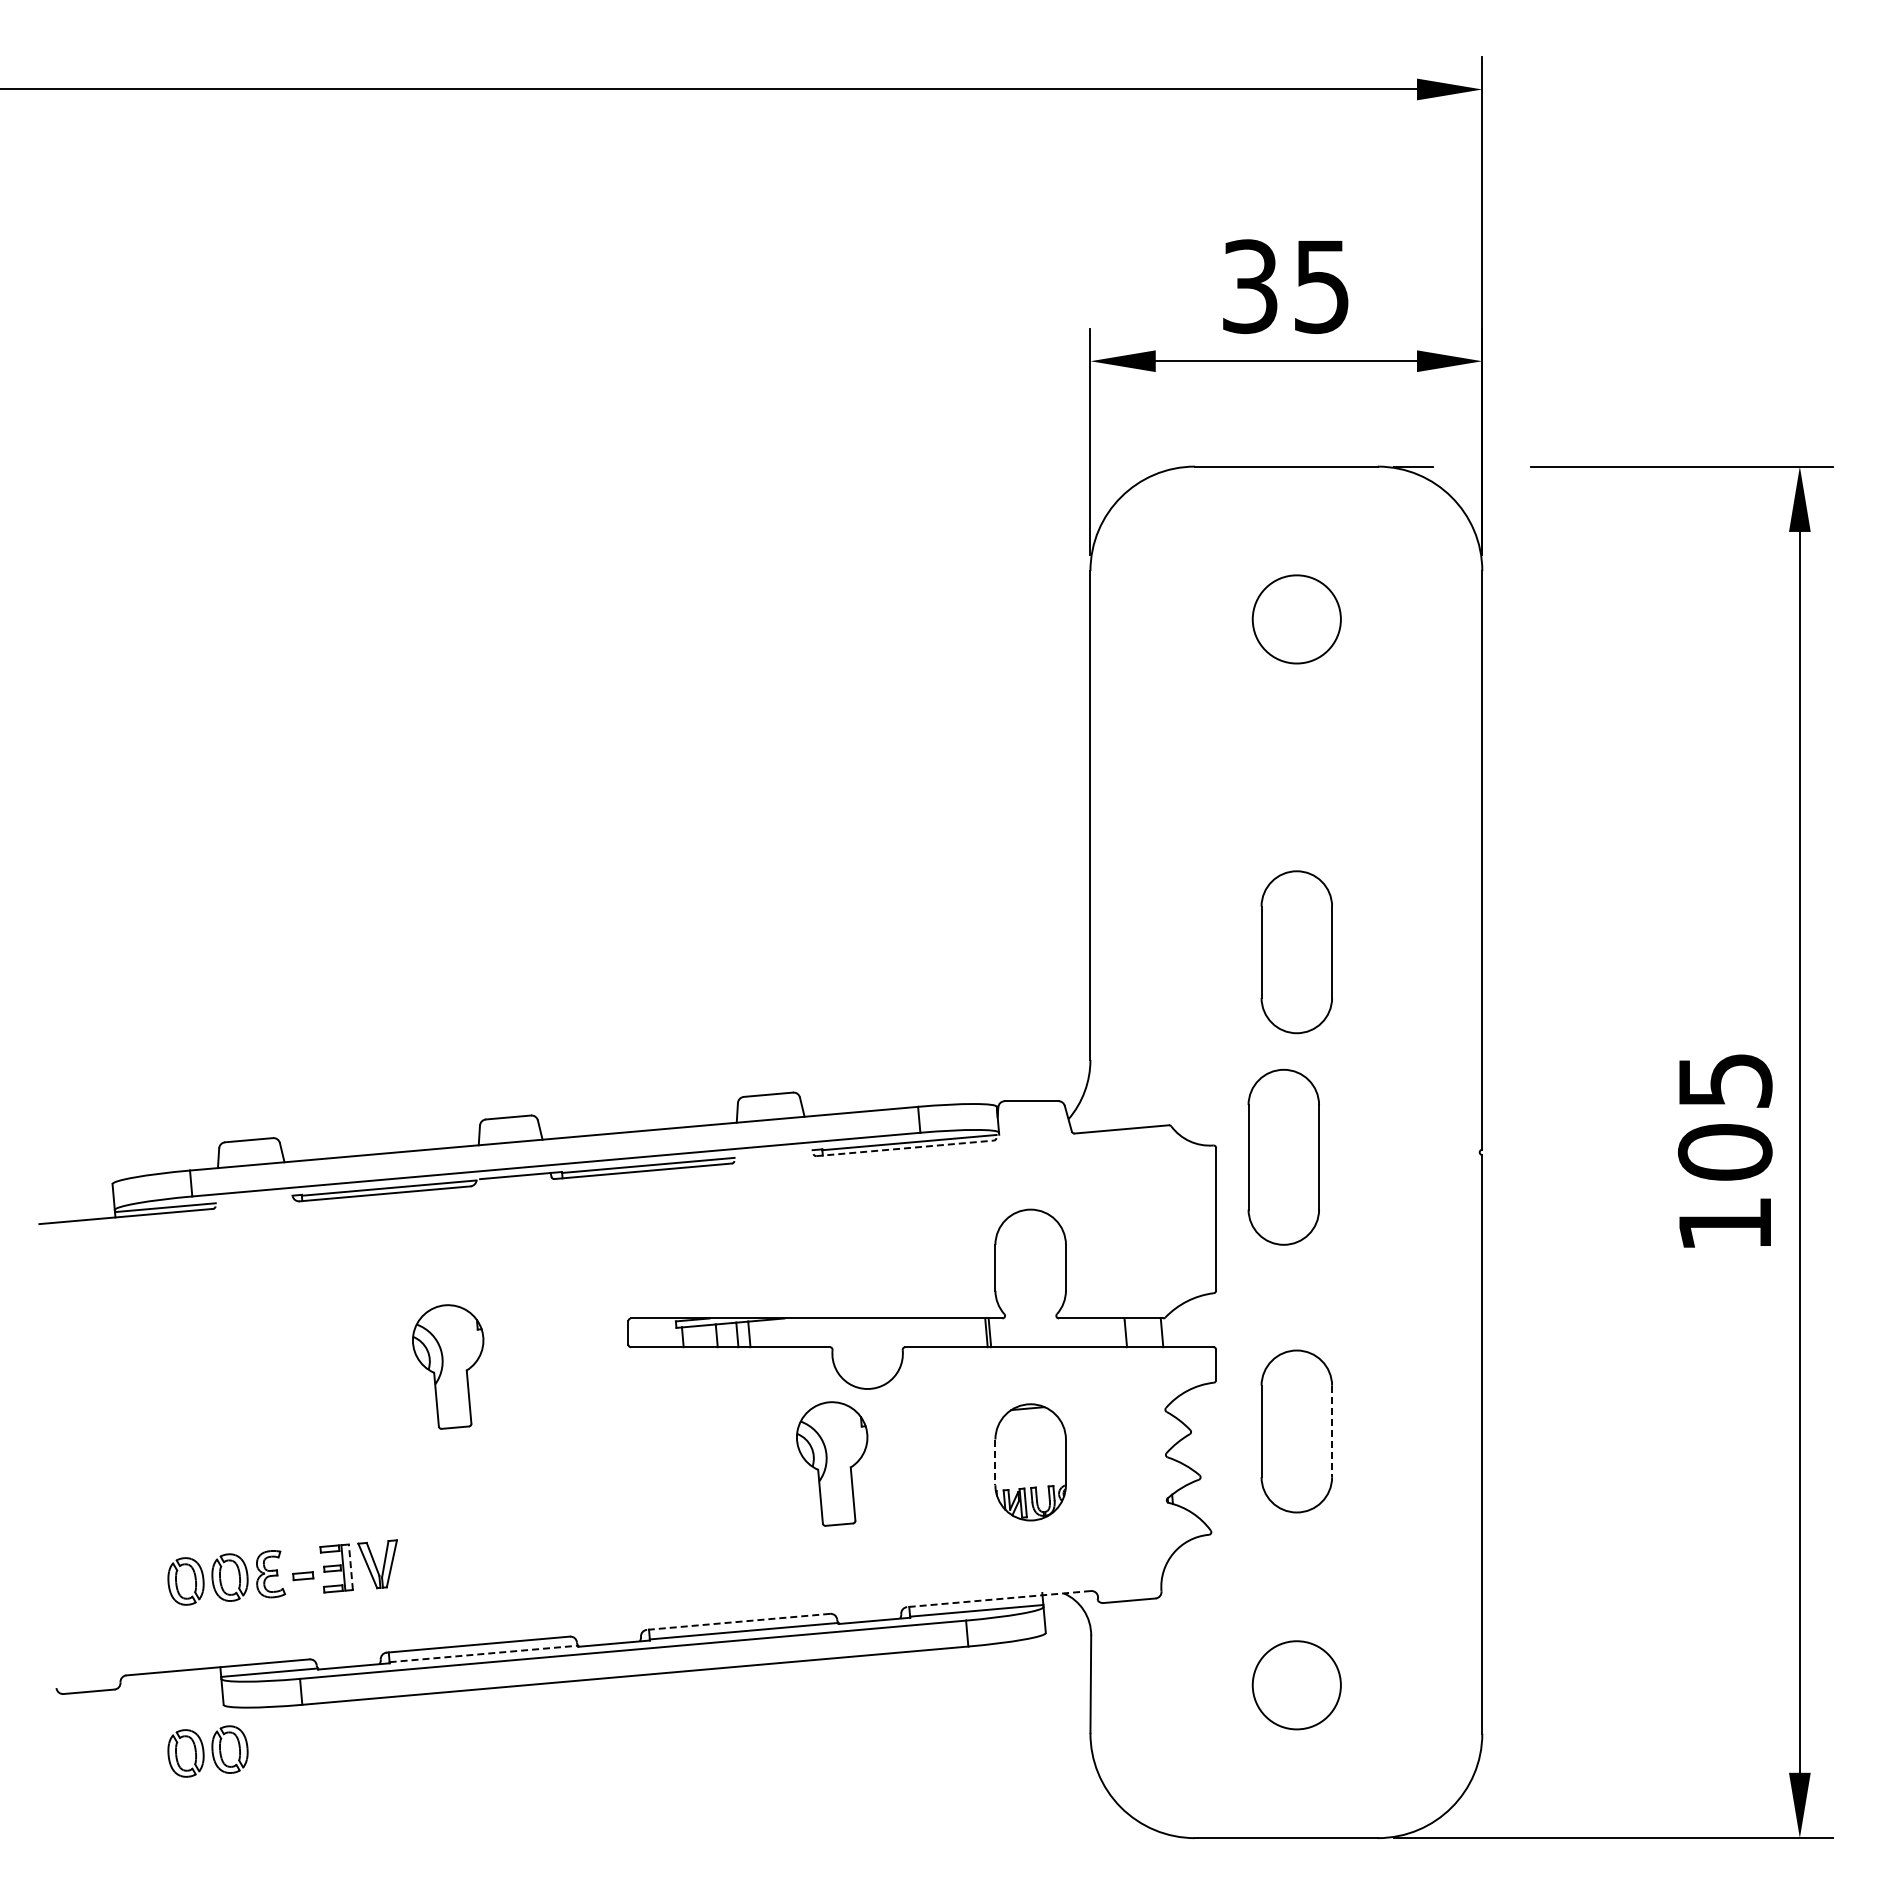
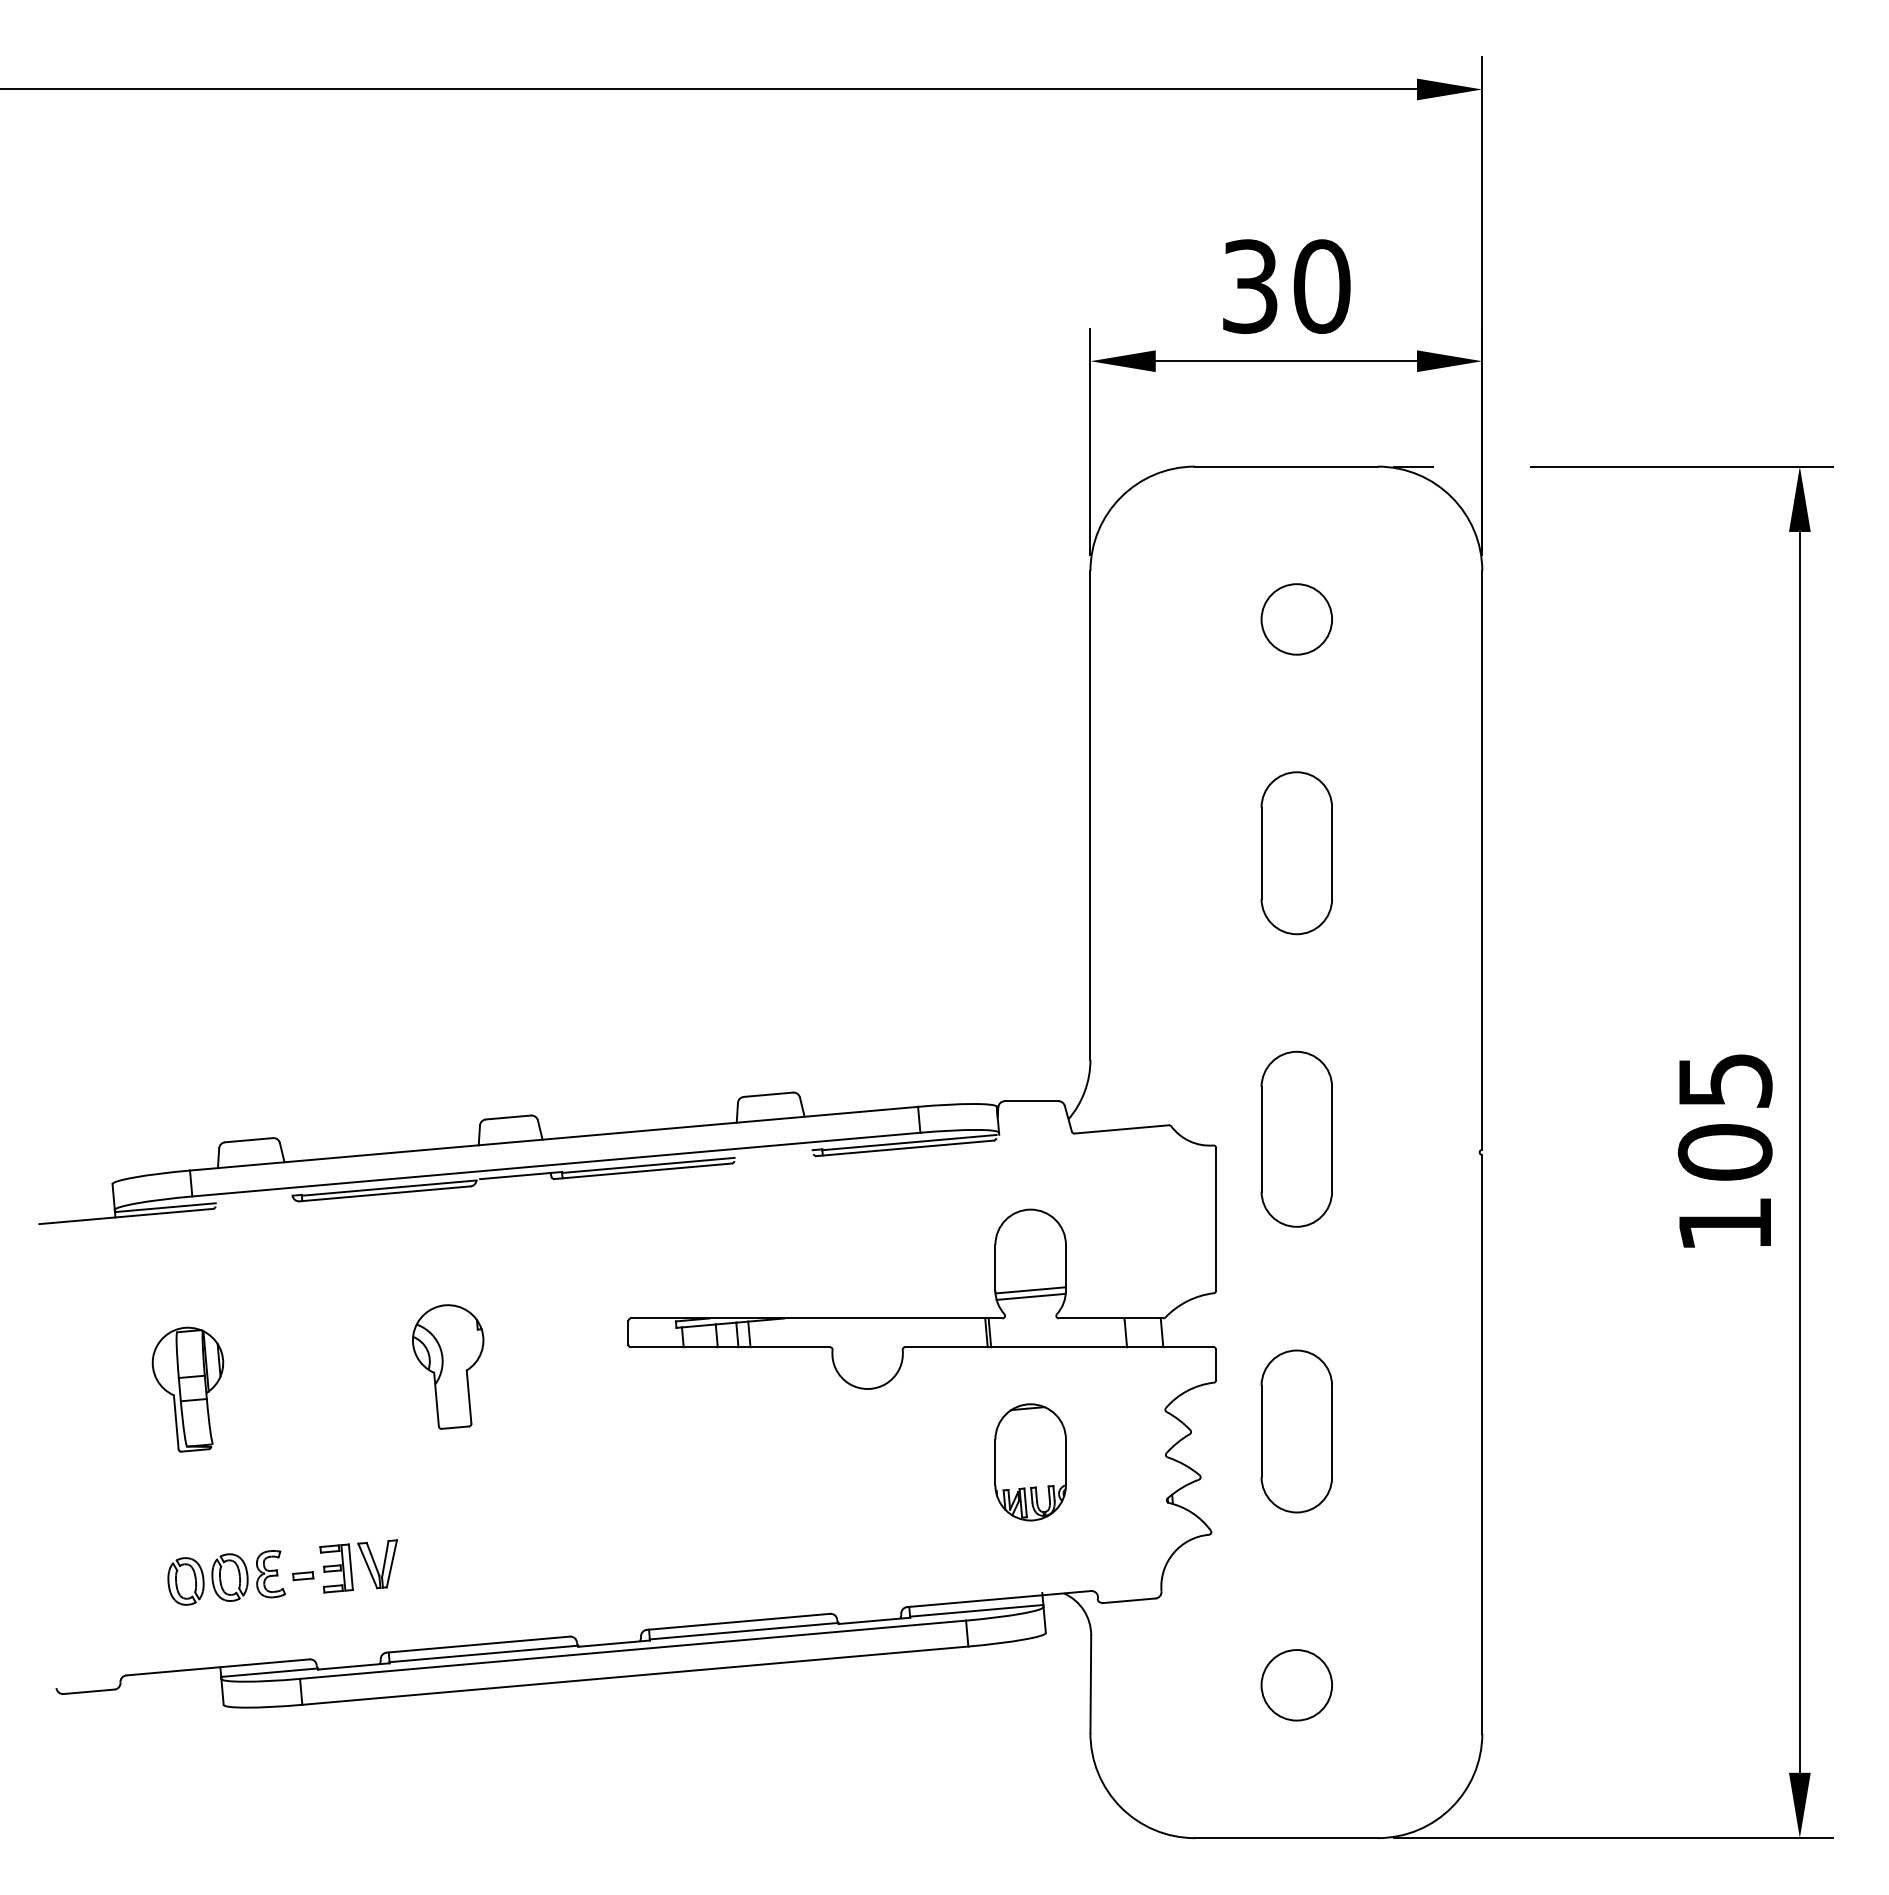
text at (1321, 286): 35 -> 30
circle at (1296, 619) diameter: 88 px -> 71 px
part at (1296, 952) position: (1296, 952) -> (1296, 853)
line at (905, 1148): dashed -> solid
part at (1283, 1156) position: (1283, 1156) -> (1296, 1138)
line at (1030, 1290): none -> present
line at (1030, 1296): none -> present
part at (187, 1389): none -> present
line at (1332, 1431): dashed -> solid
line at (995, 1462): dashed -> solid
part at (832, 1463): present -> none
line at (350, 1567): dashed -> solid
line at (998, 1599): dashed -> solid
line at (738, 1621): dashed -> solid
line at (483, 1653): dashed -> solid
circle at (1296, 1685) diameter: 88 px -> 71 px
part at (207, 1751): present -> none
